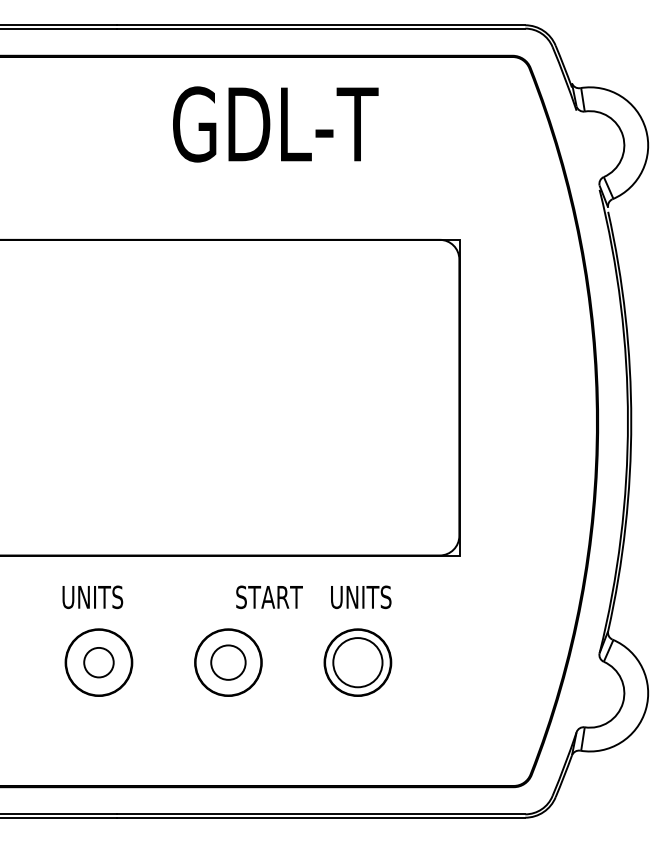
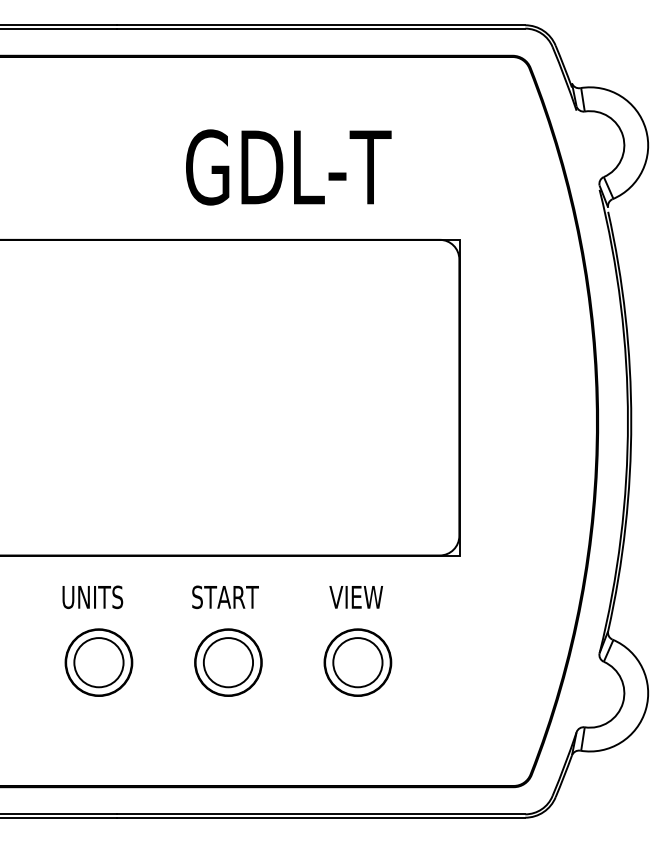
text at (275, 124) position: (275, 124) -> (288, 167)
text at (269, 596) position: (269, 596) -> (225, 596)
text at (360, 597): UNITS -> VIEW
circle at (98, 662) diameter: 30 px -> 49 px
circle at (228, 662) diameter: 34 px -> 49 px
